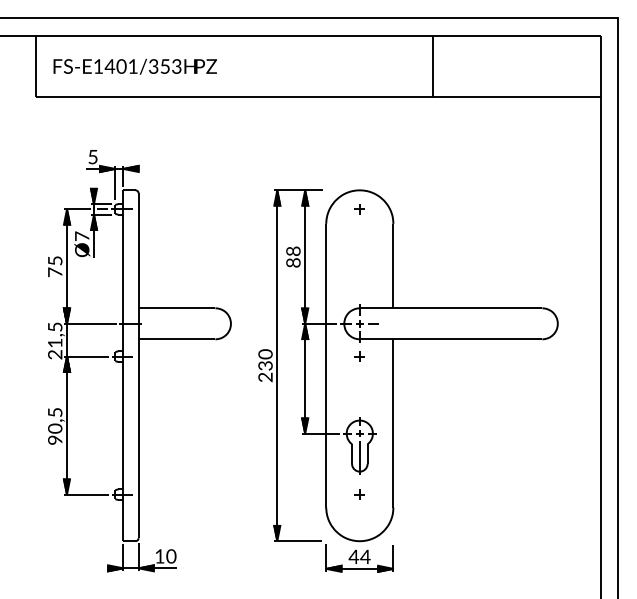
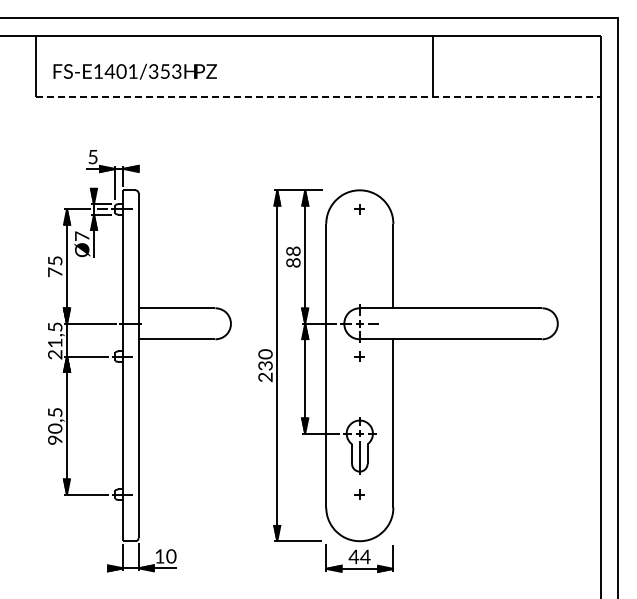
text at (134, 66) position: (134, 66) -> (134, 71)
line at (318, 96): solid -> dashed
